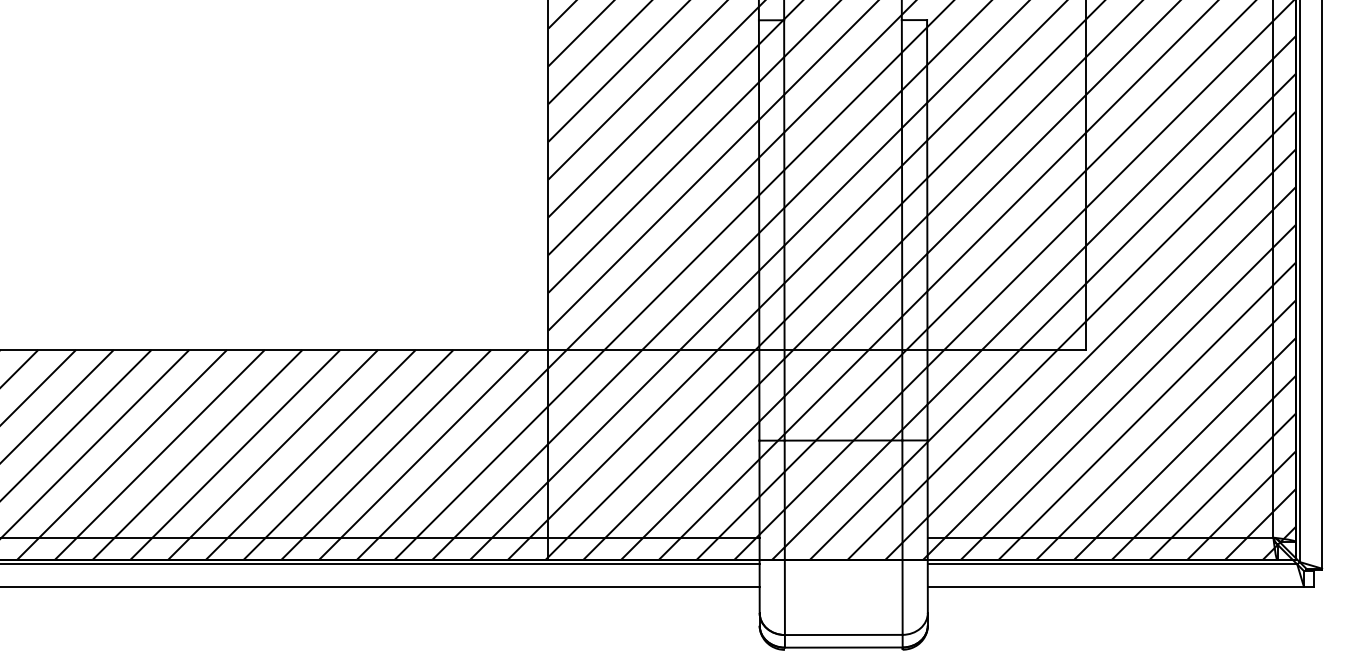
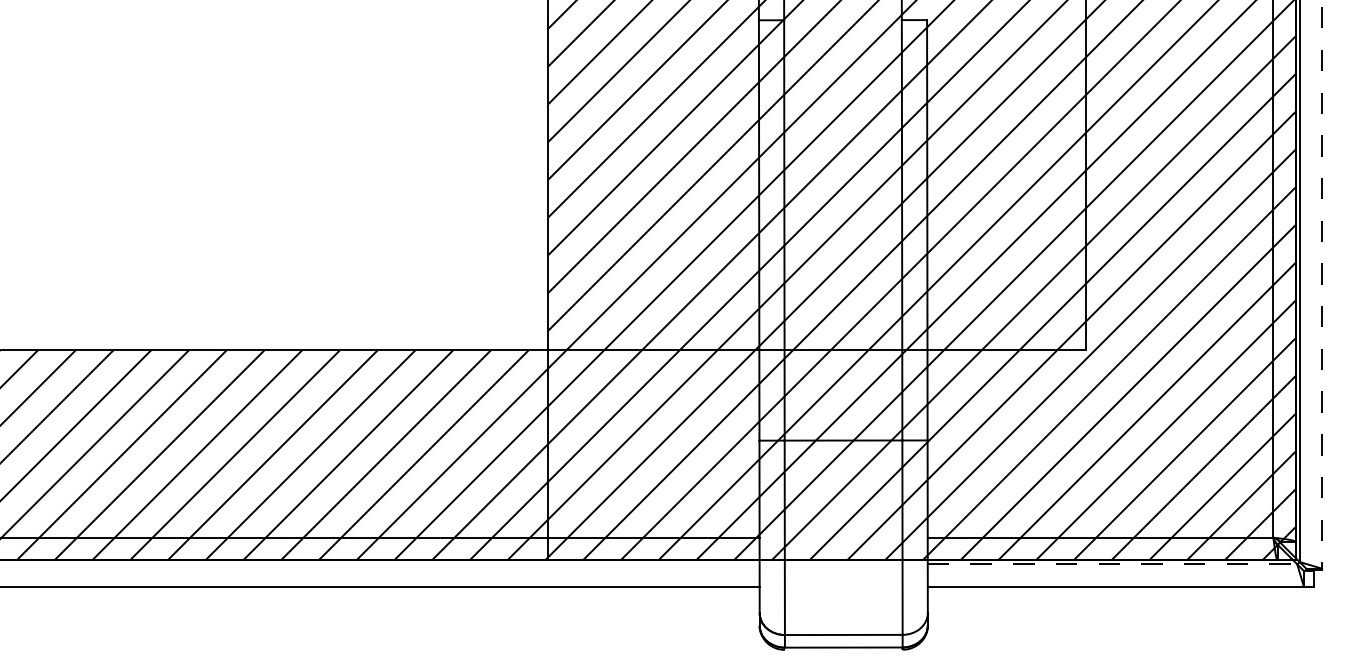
line at (1322, 284): solid -> dashed
line at (380, 564): present -> none
line at (1112, 564): solid -> dashed
